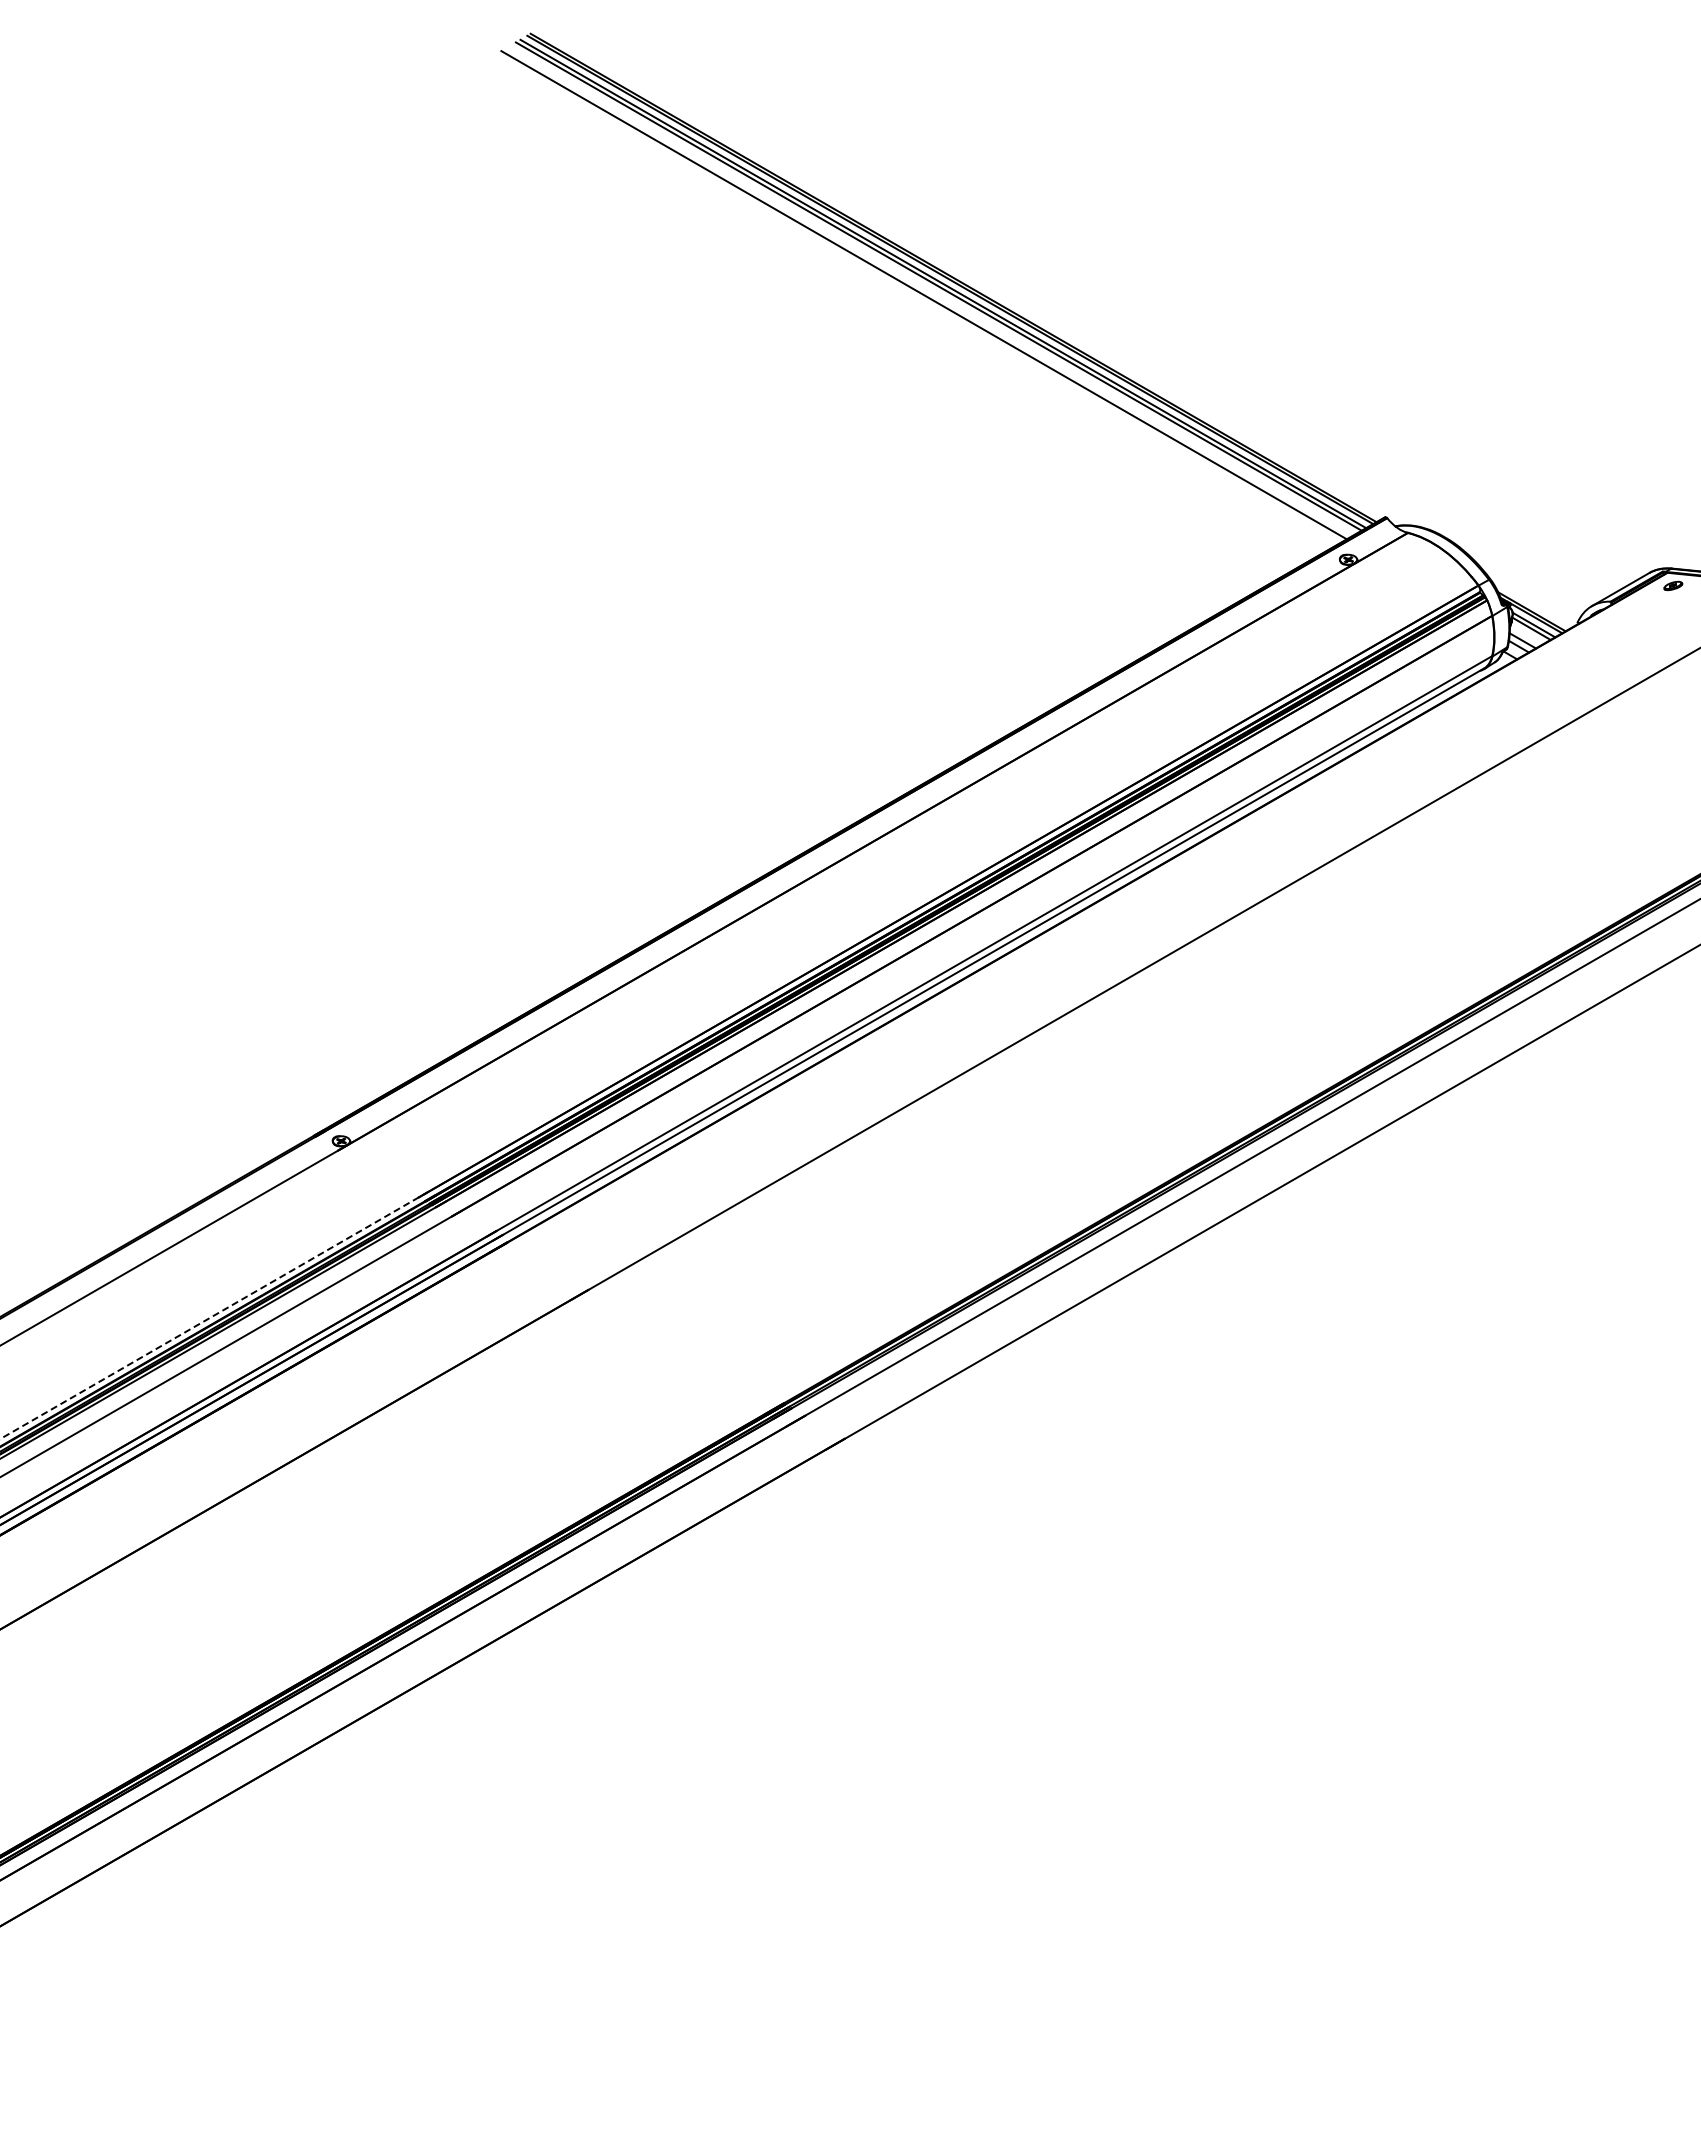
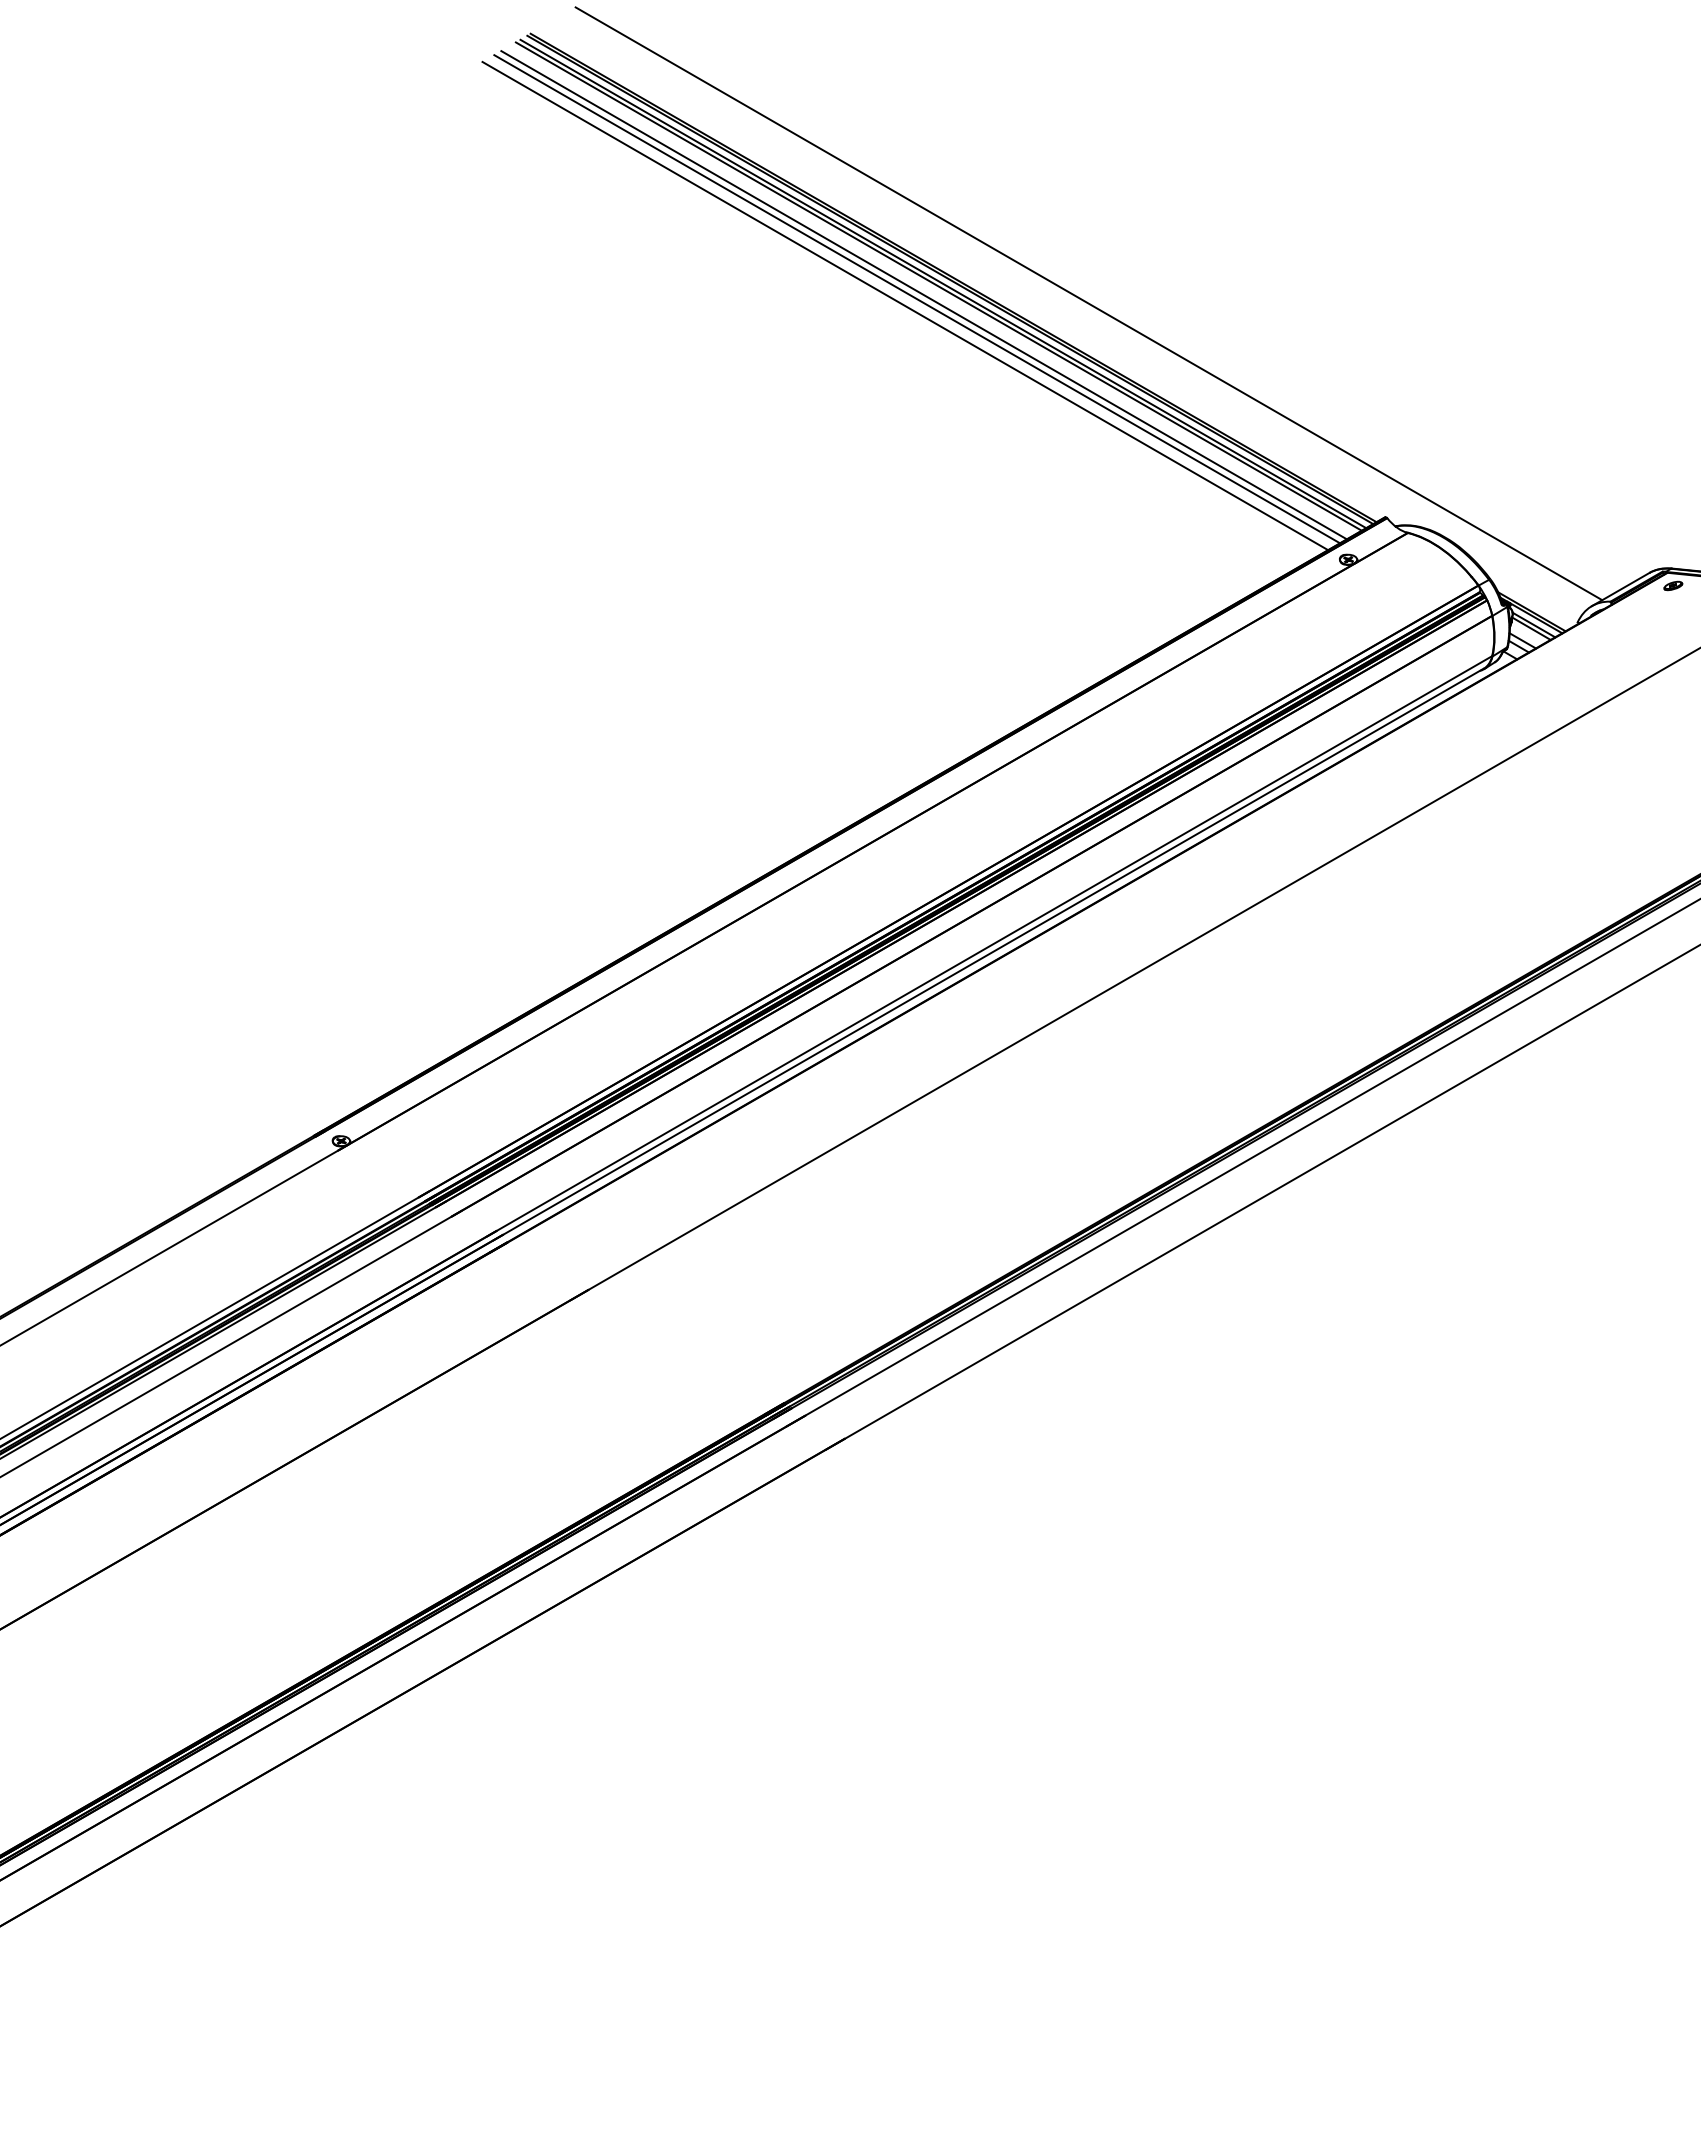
line at (917, 299): none -> present
line at (1088, 303): none -> present
line at (905, 305): none -> present
line at (213, 1315): dashed -> solid
